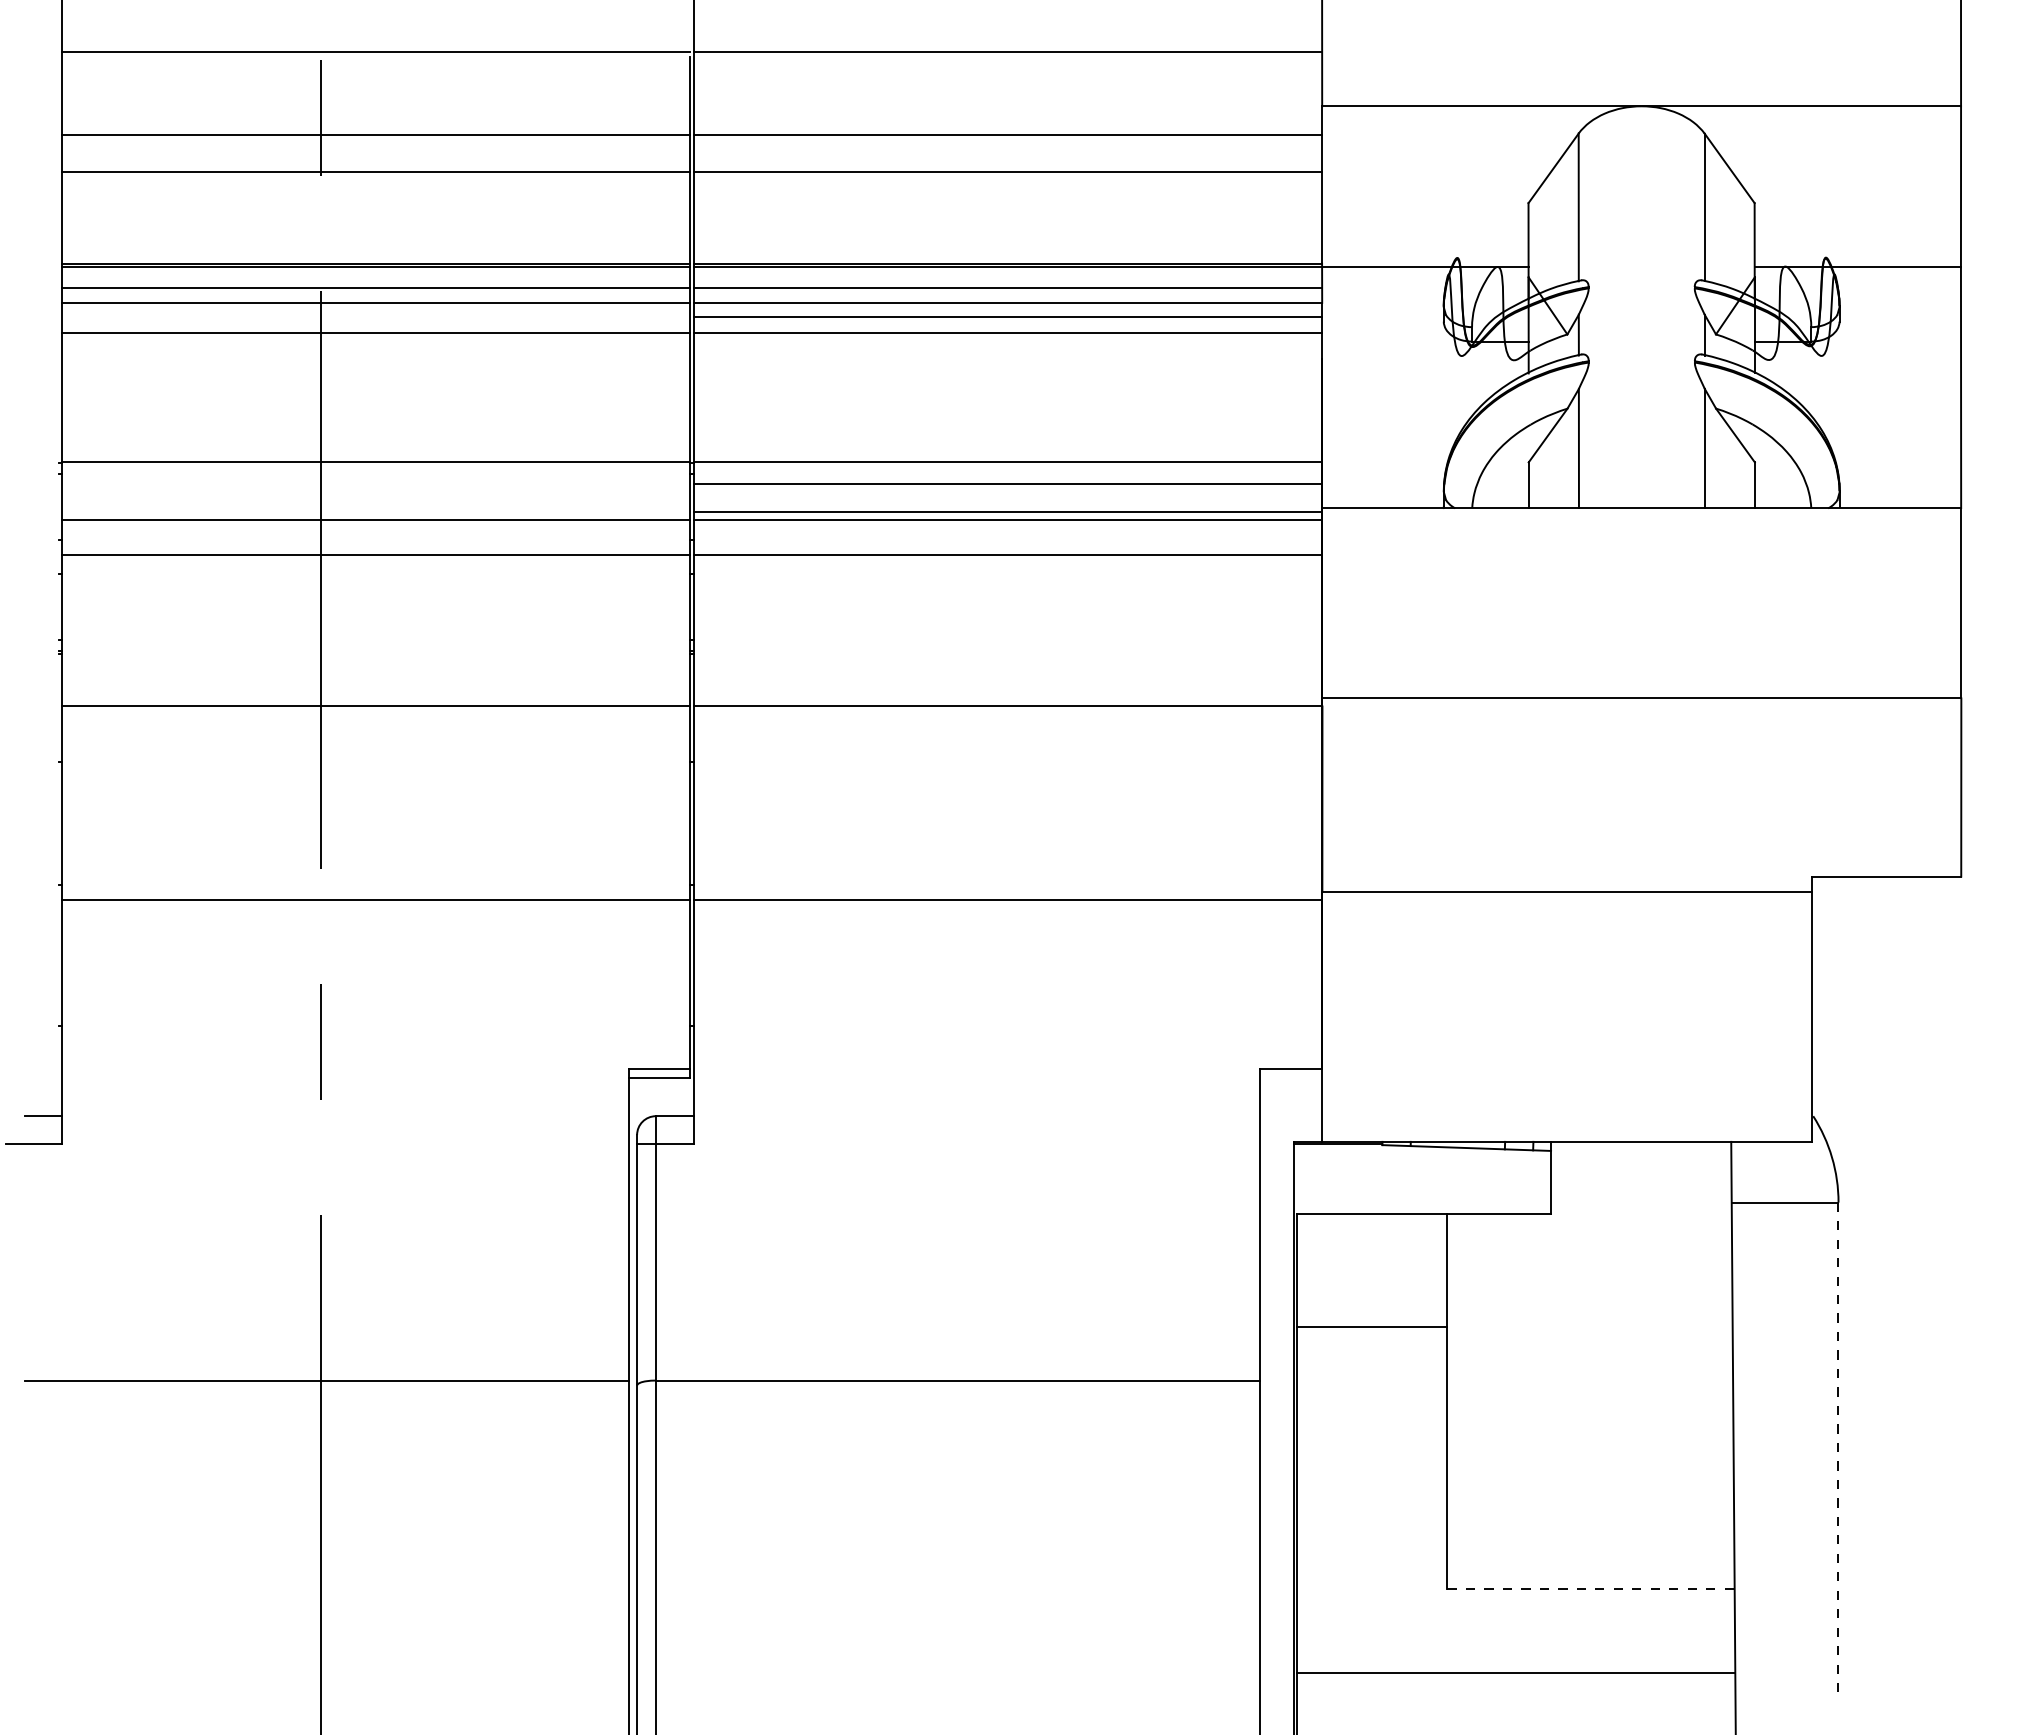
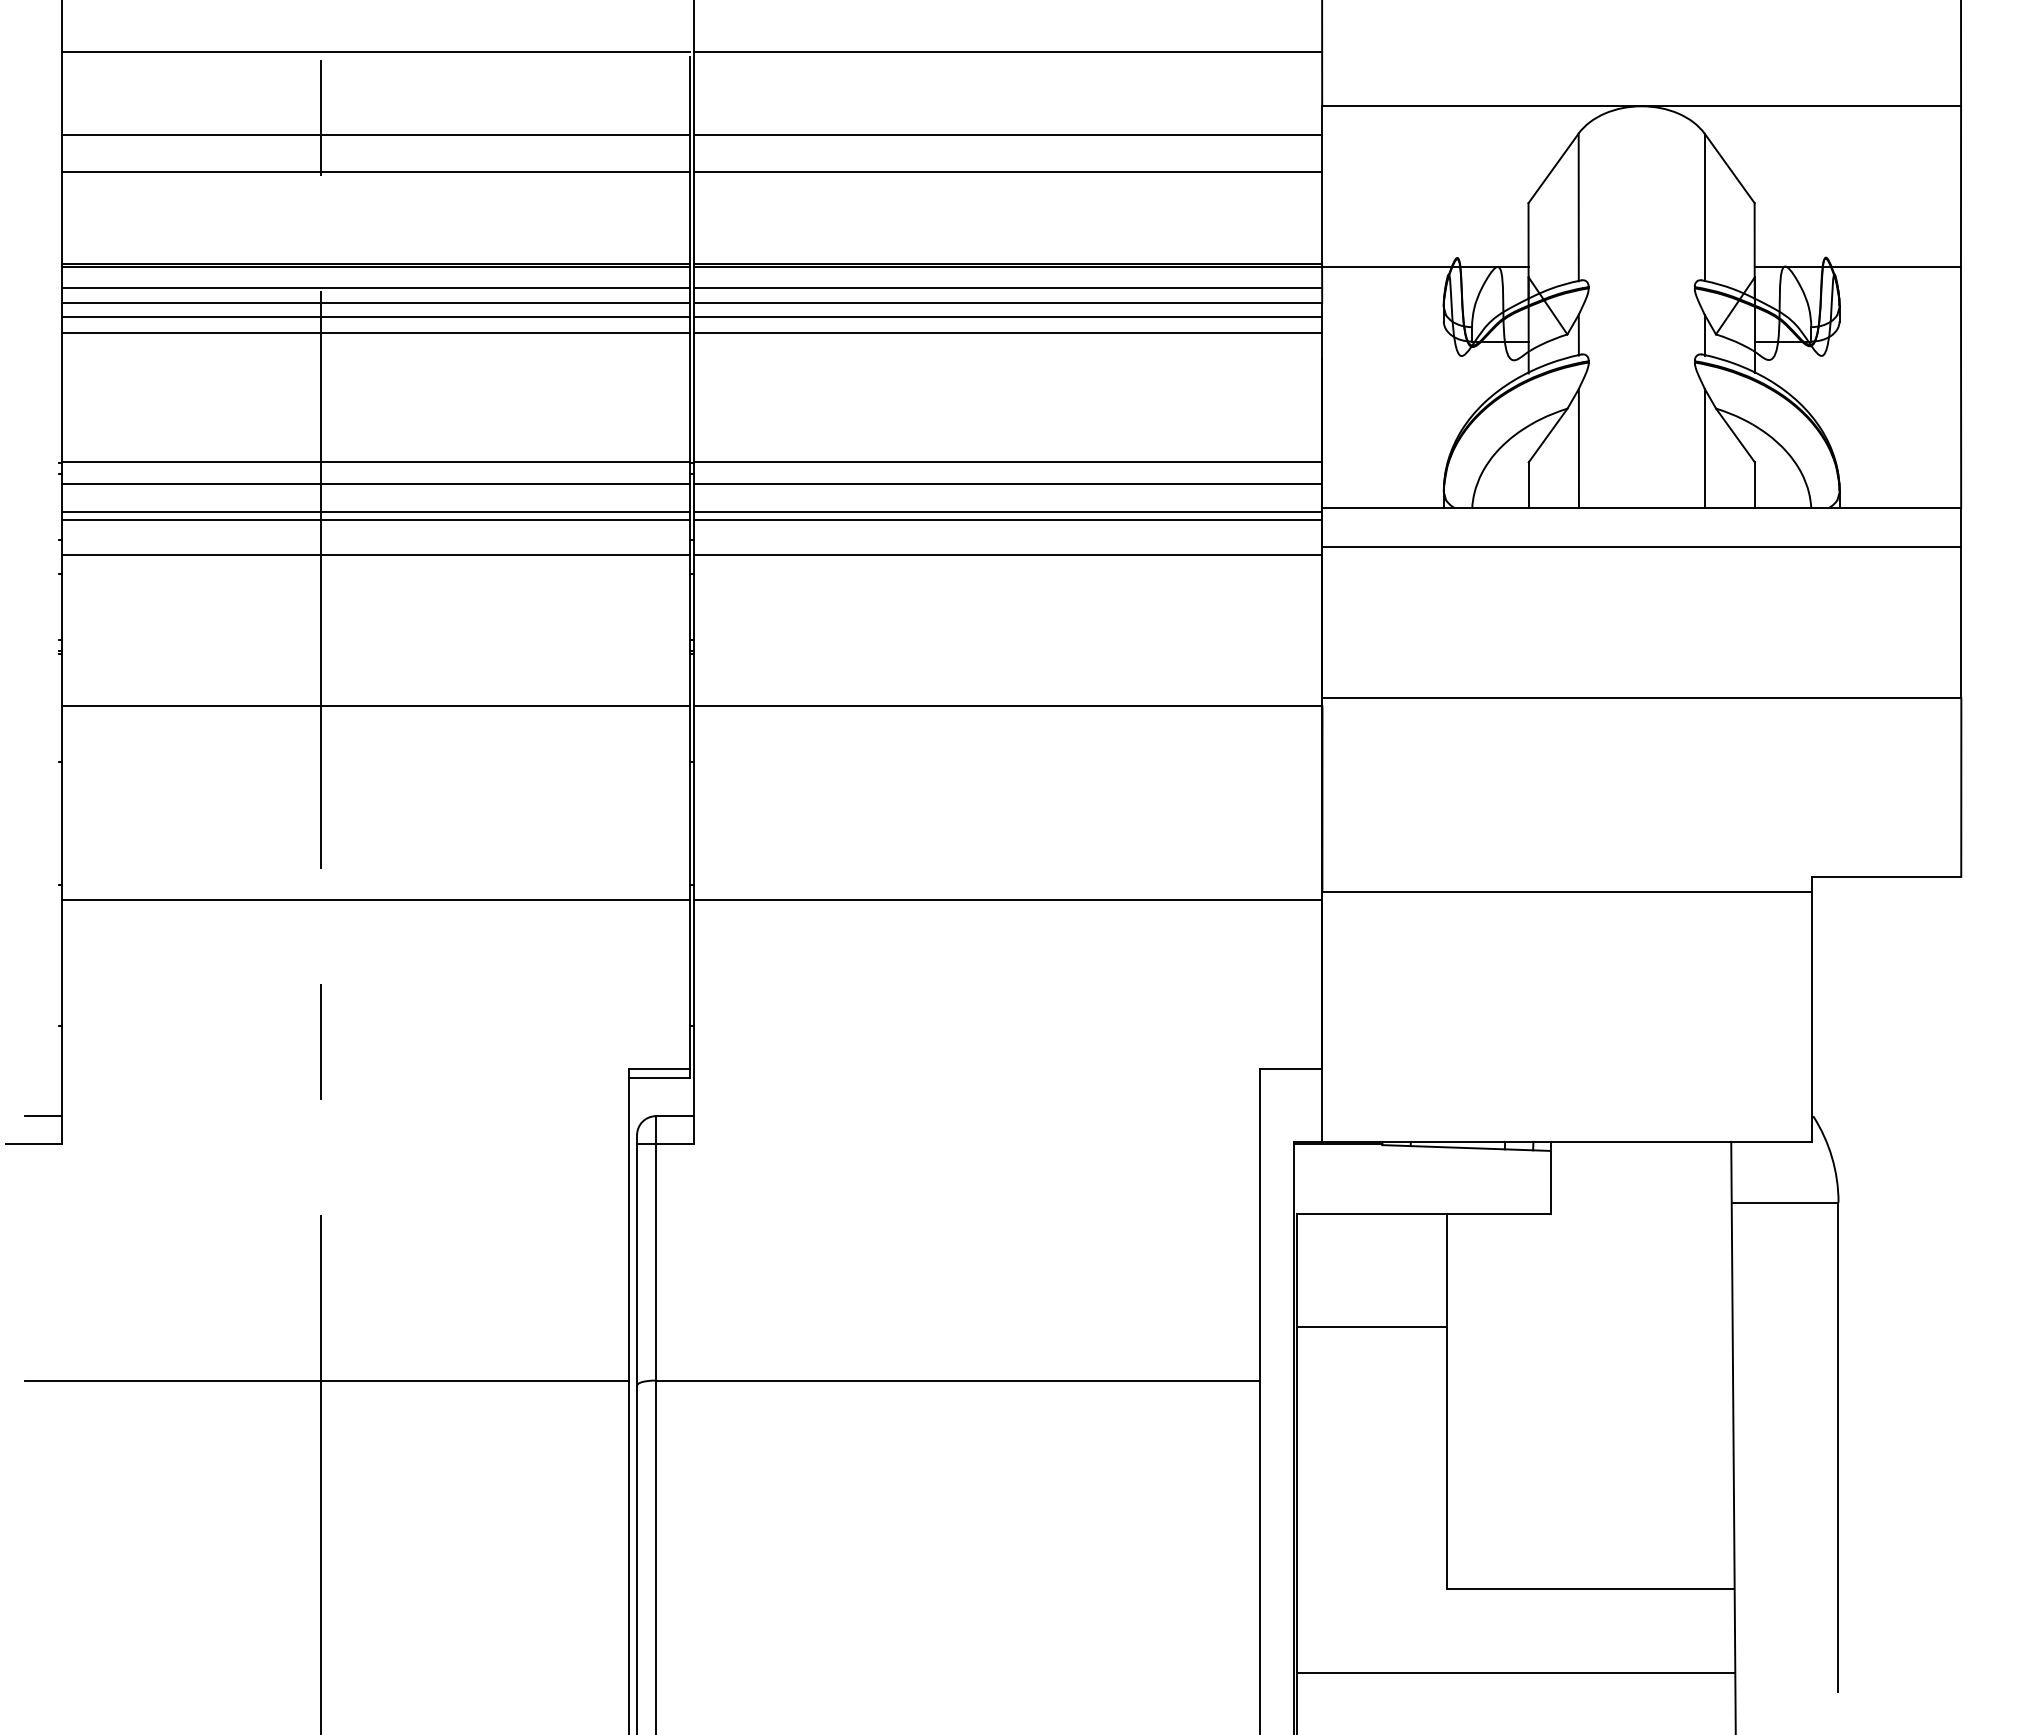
line at (376, 316): none -> present
line at (376, 483): none -> present
line at (376, 512): none -> present
line at (1641, 546): none -> present
line at (1838, 1447): dashed -> solid
line at (1591, 1588): dashed -> solid
